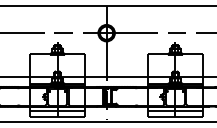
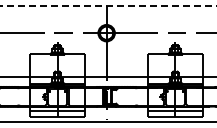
line at (108, 6): solid -> dashed
